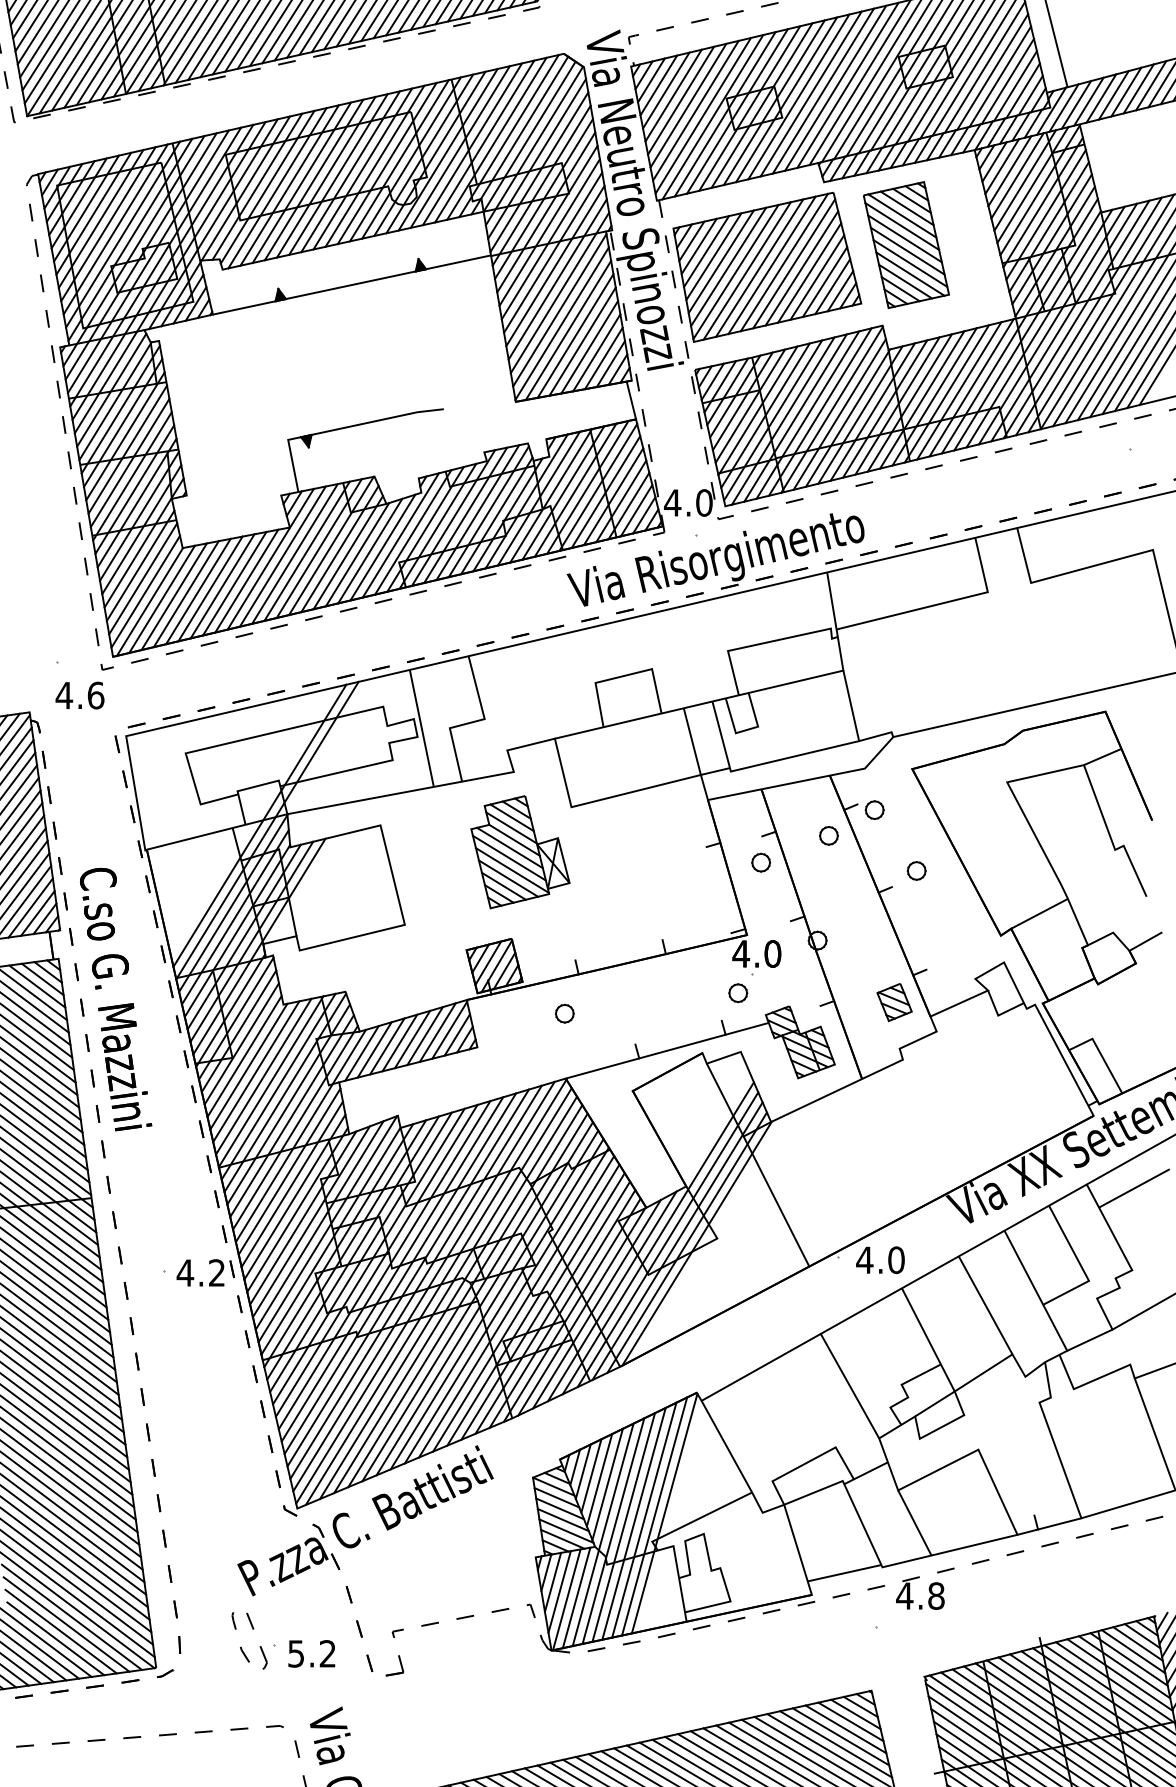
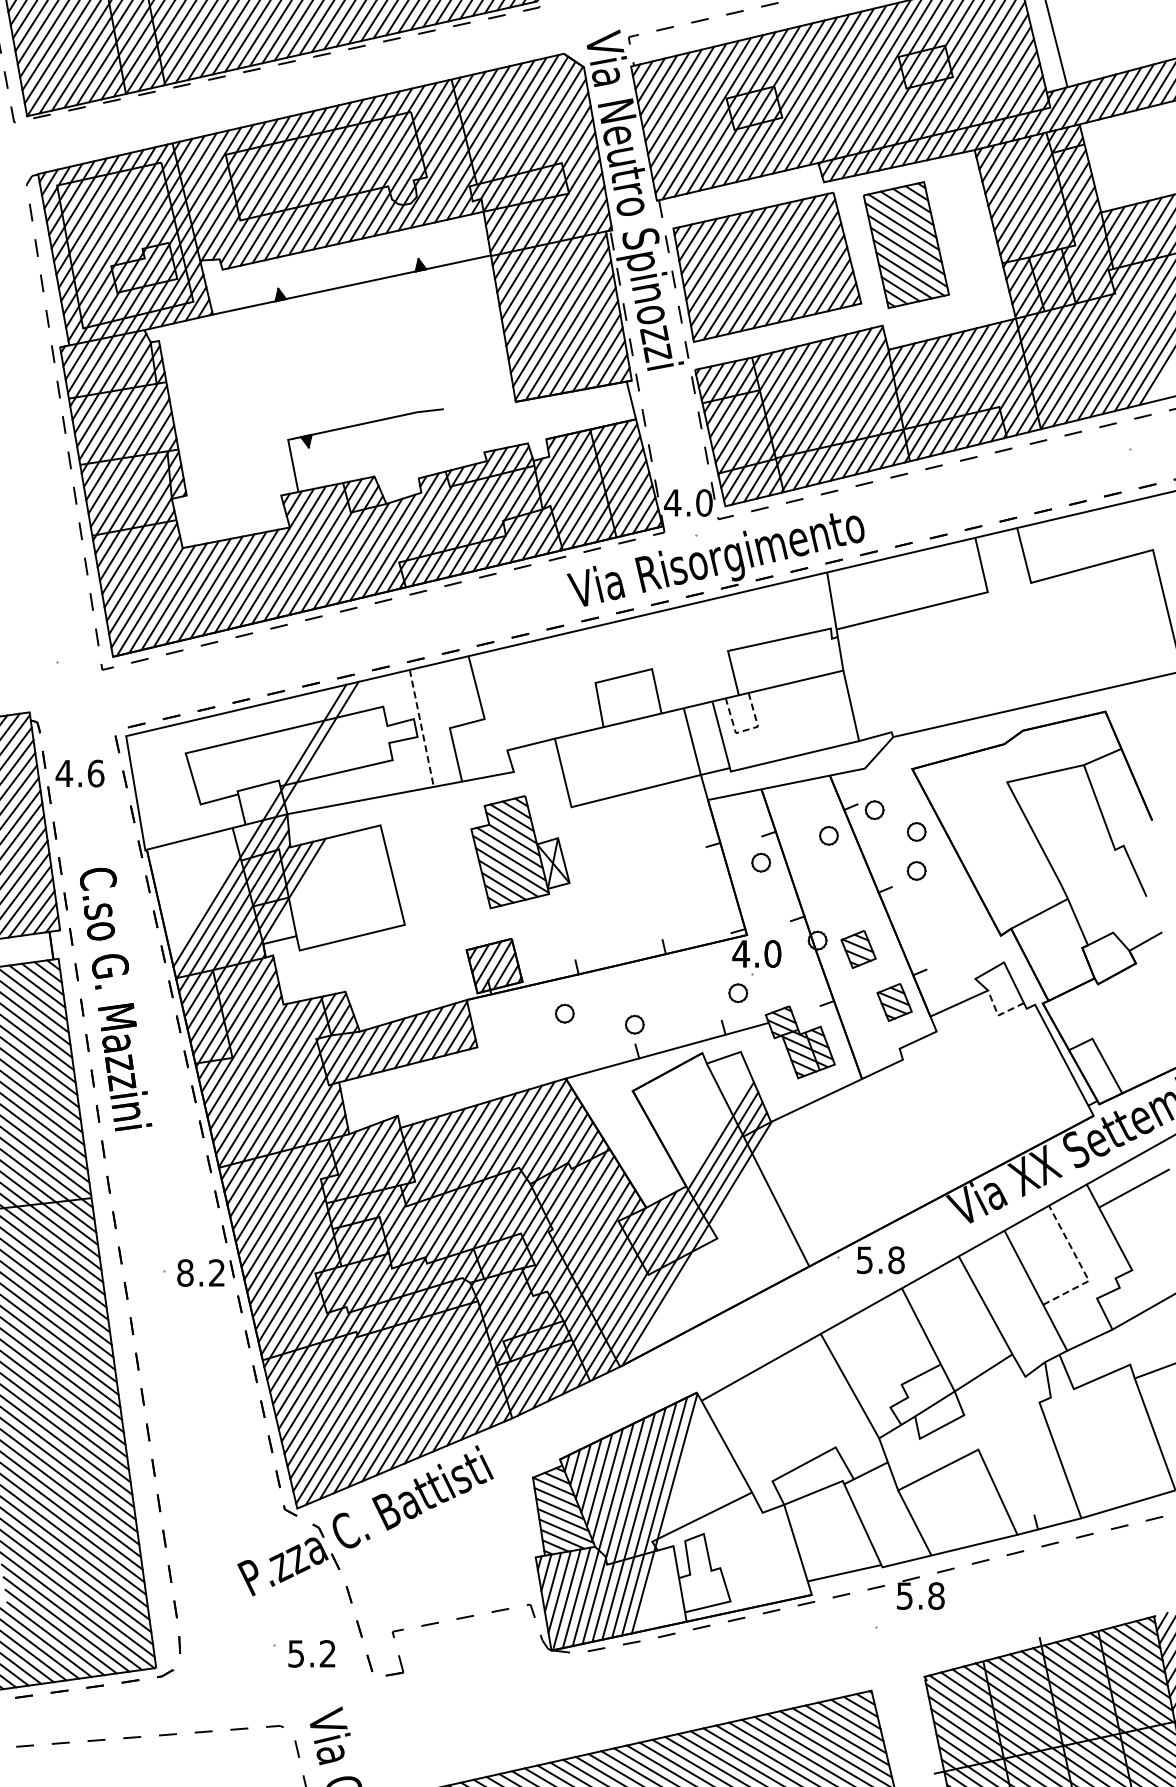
text at (79, 695) position: (79, 695) -> (79, 773)
line at (421, 728): solid -> dashed
line at (746, 730): solid -> dashed
part at (916, 831): none -> present
part at (858, 949): none -> present
line at (998, 1015): solid -> dashed
part at (634, 1024): none -> present
text at (880, 1260): 4.0 -> 5.8
line at (1081, 1266): solid -> dashed
text at (185, 1272): 4.2 -> 8.2
text at (904, 1595): 4.8 -> 5.8
part at (241, 1646): present -> none
